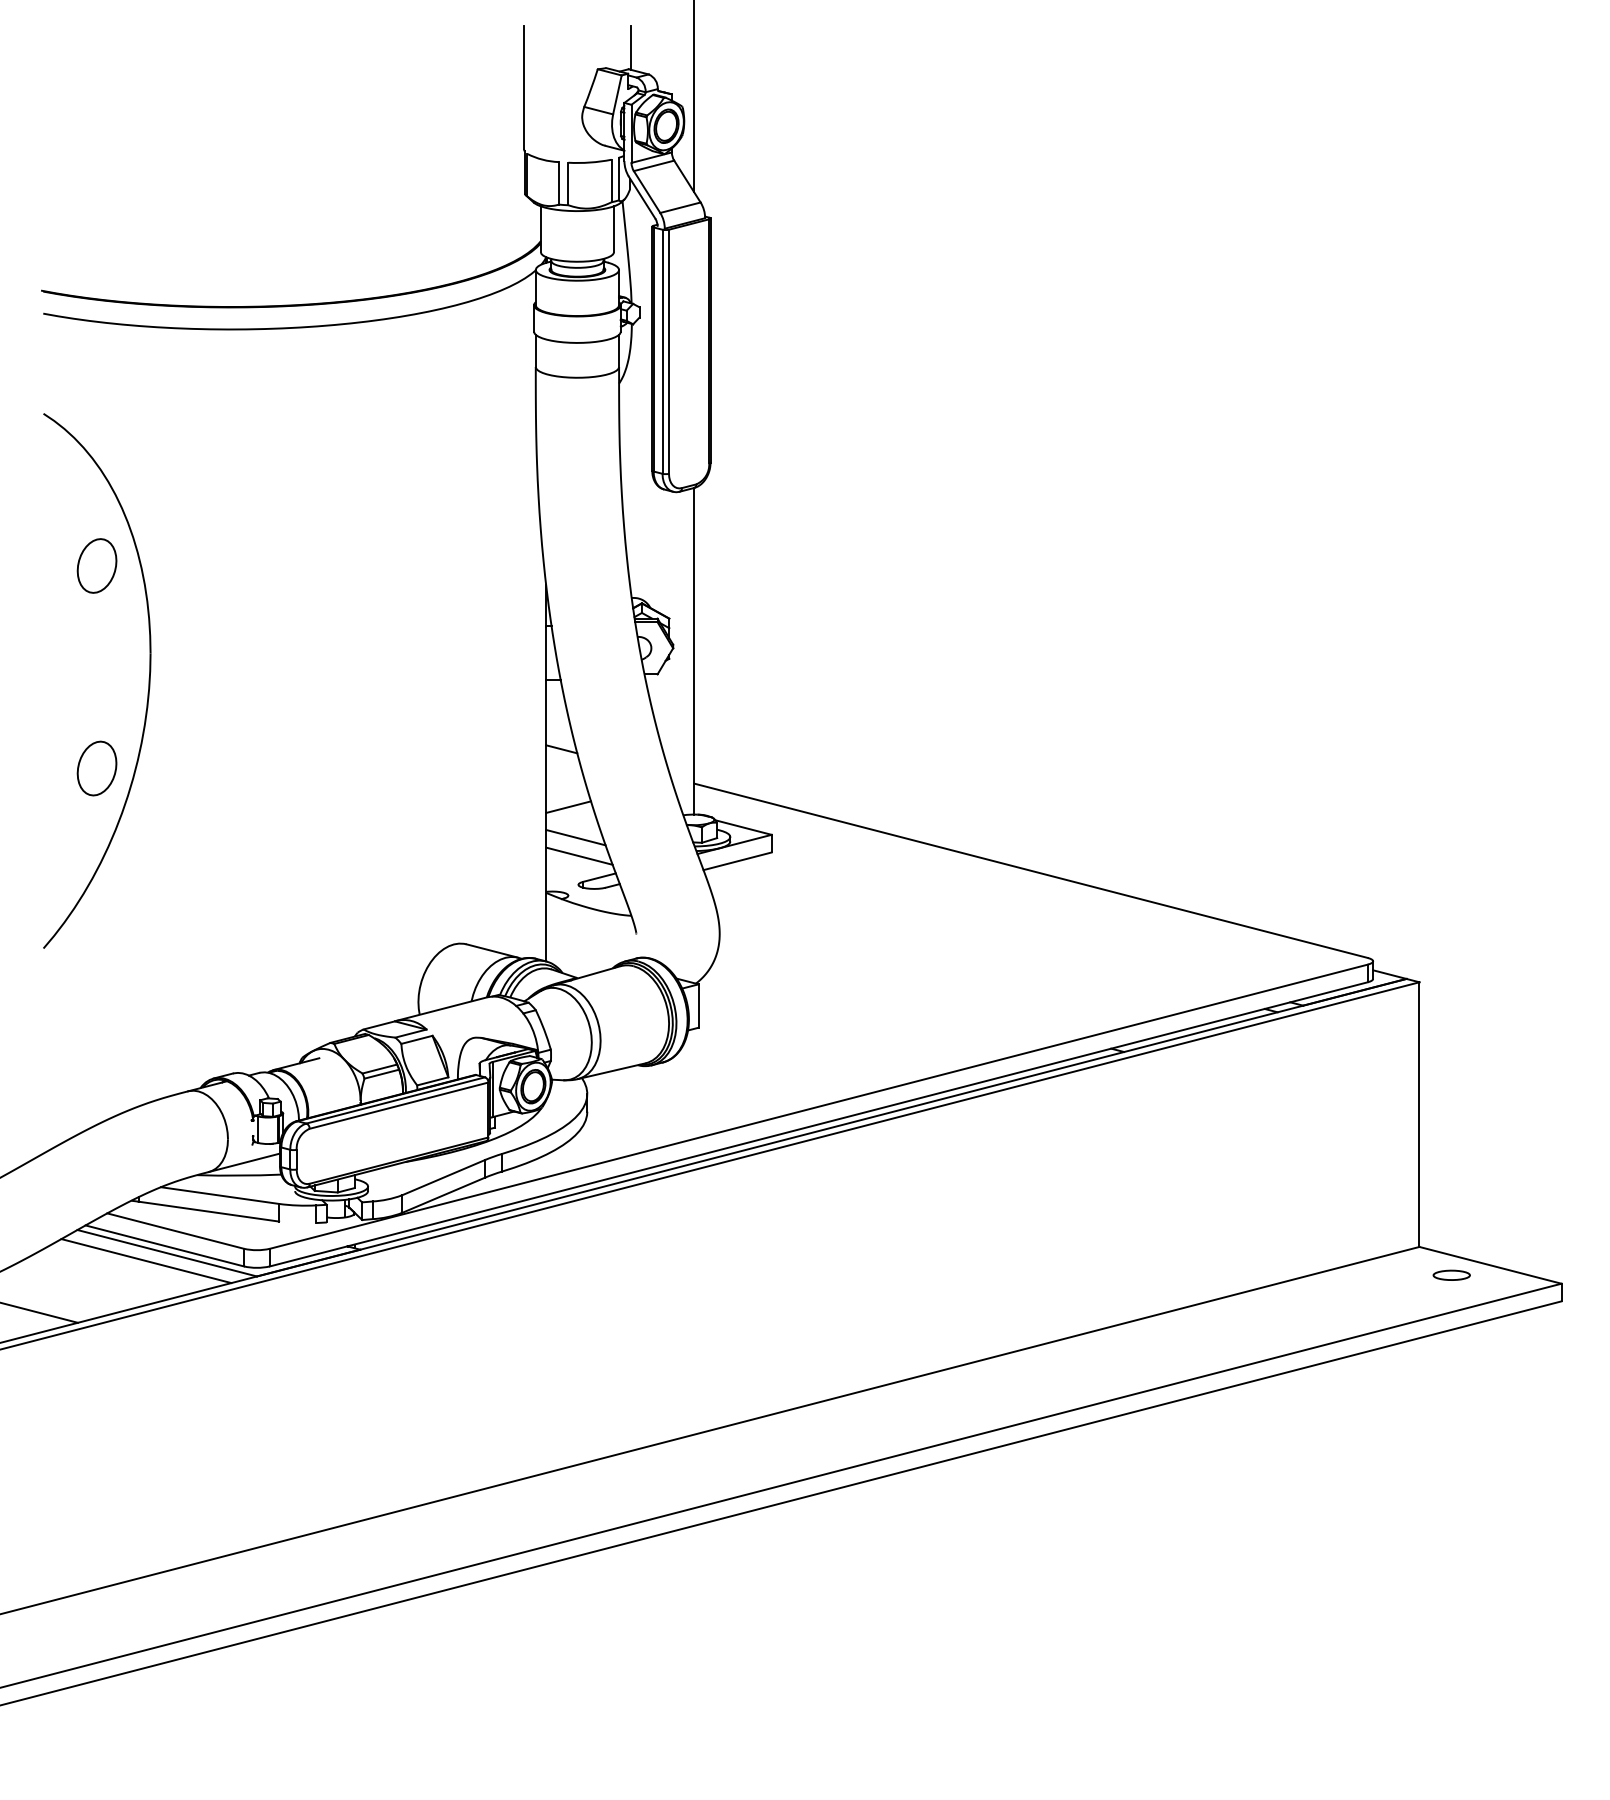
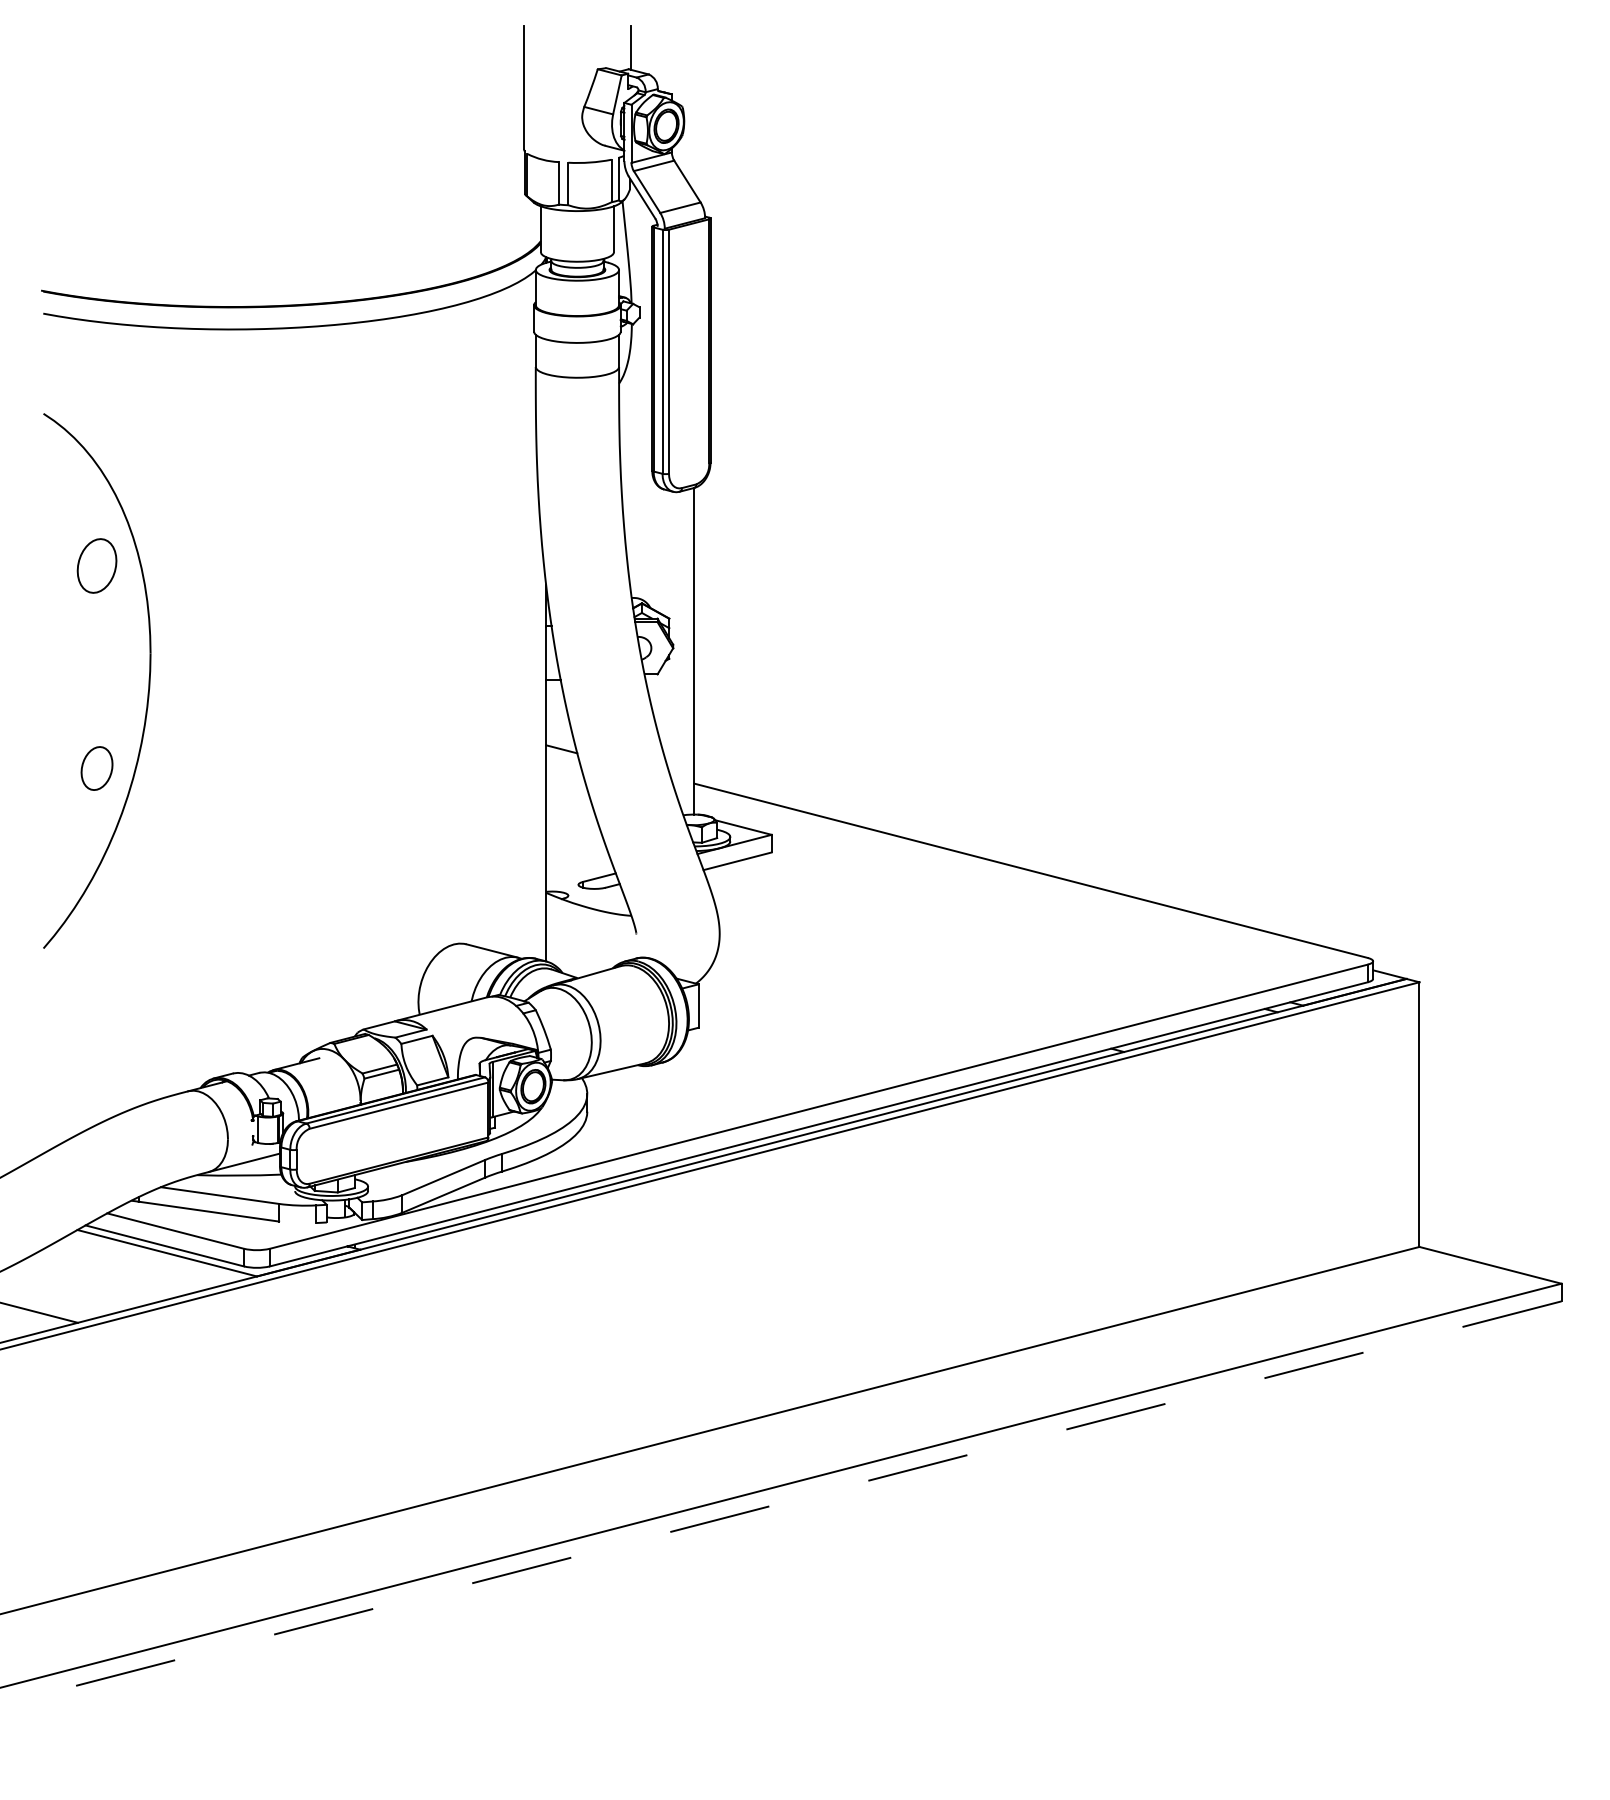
line at (694, 97): present -> none
part at (96, 768) size: 42x57 px -> 34x45 px
line at (568, 806): present -> none
line at (575, 837): present -> none
line at (579, 855): present -> none
line at (146, 1261): present -> none
part at (1451, 1274): present -> none
line at (780, 1503): solid -> dashed
